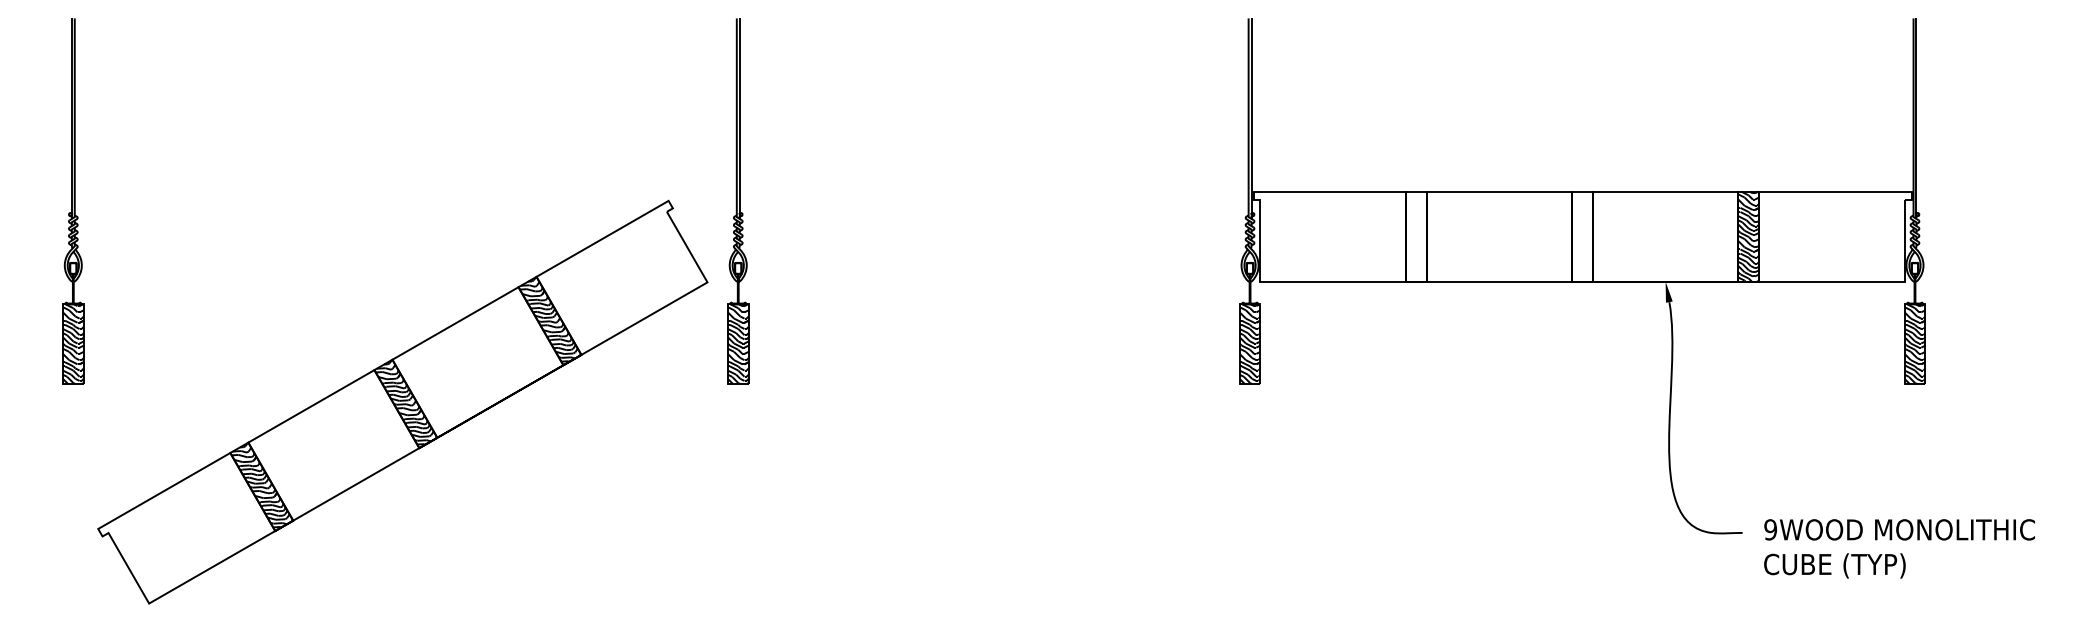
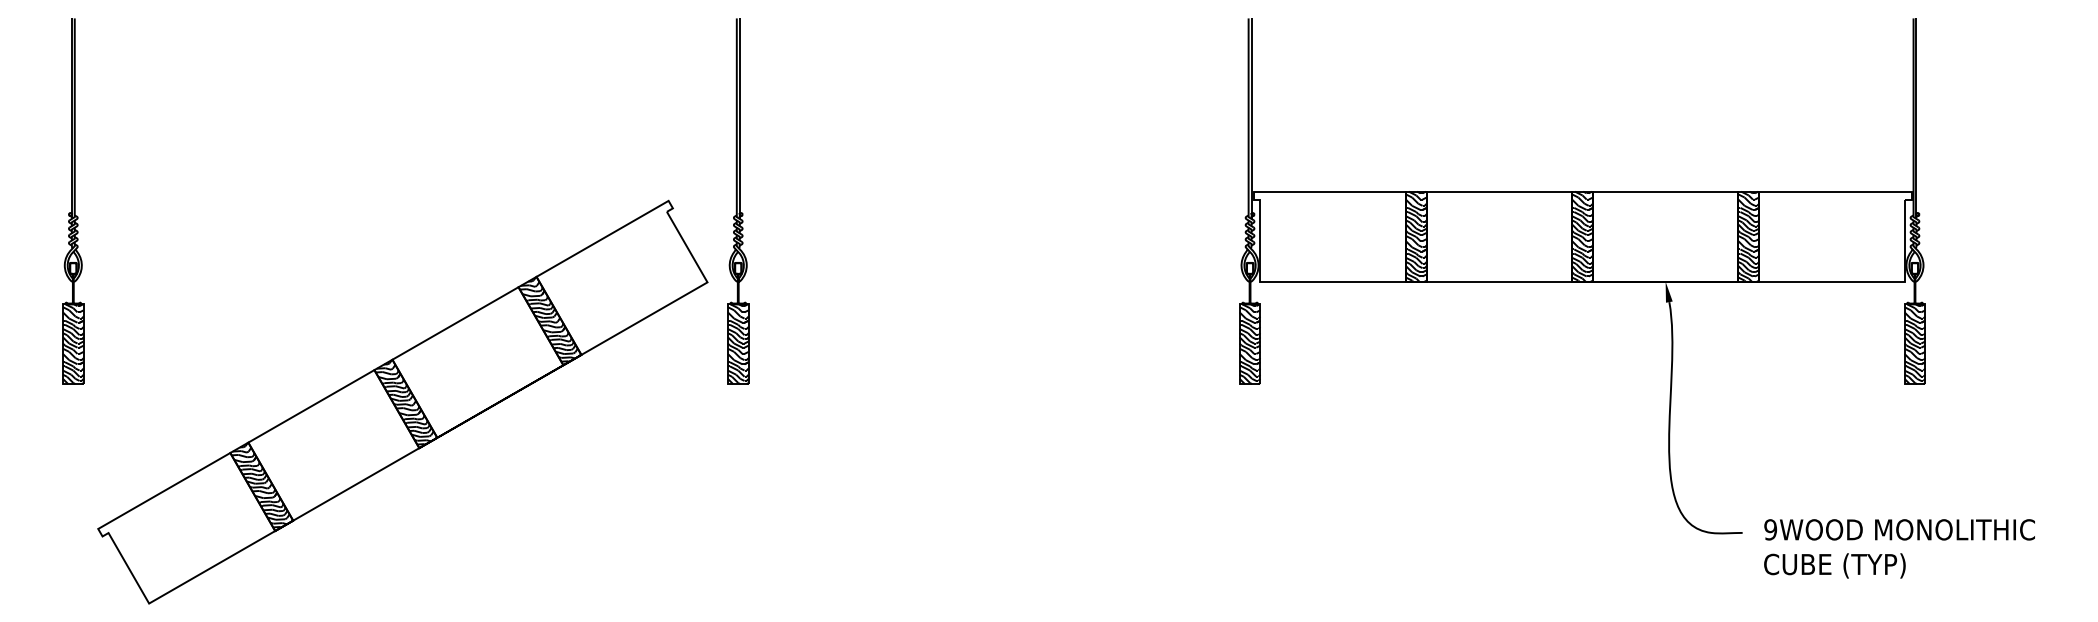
hatch at (1415, 236): none -> present
hatch at (1582, 236): none -> present
